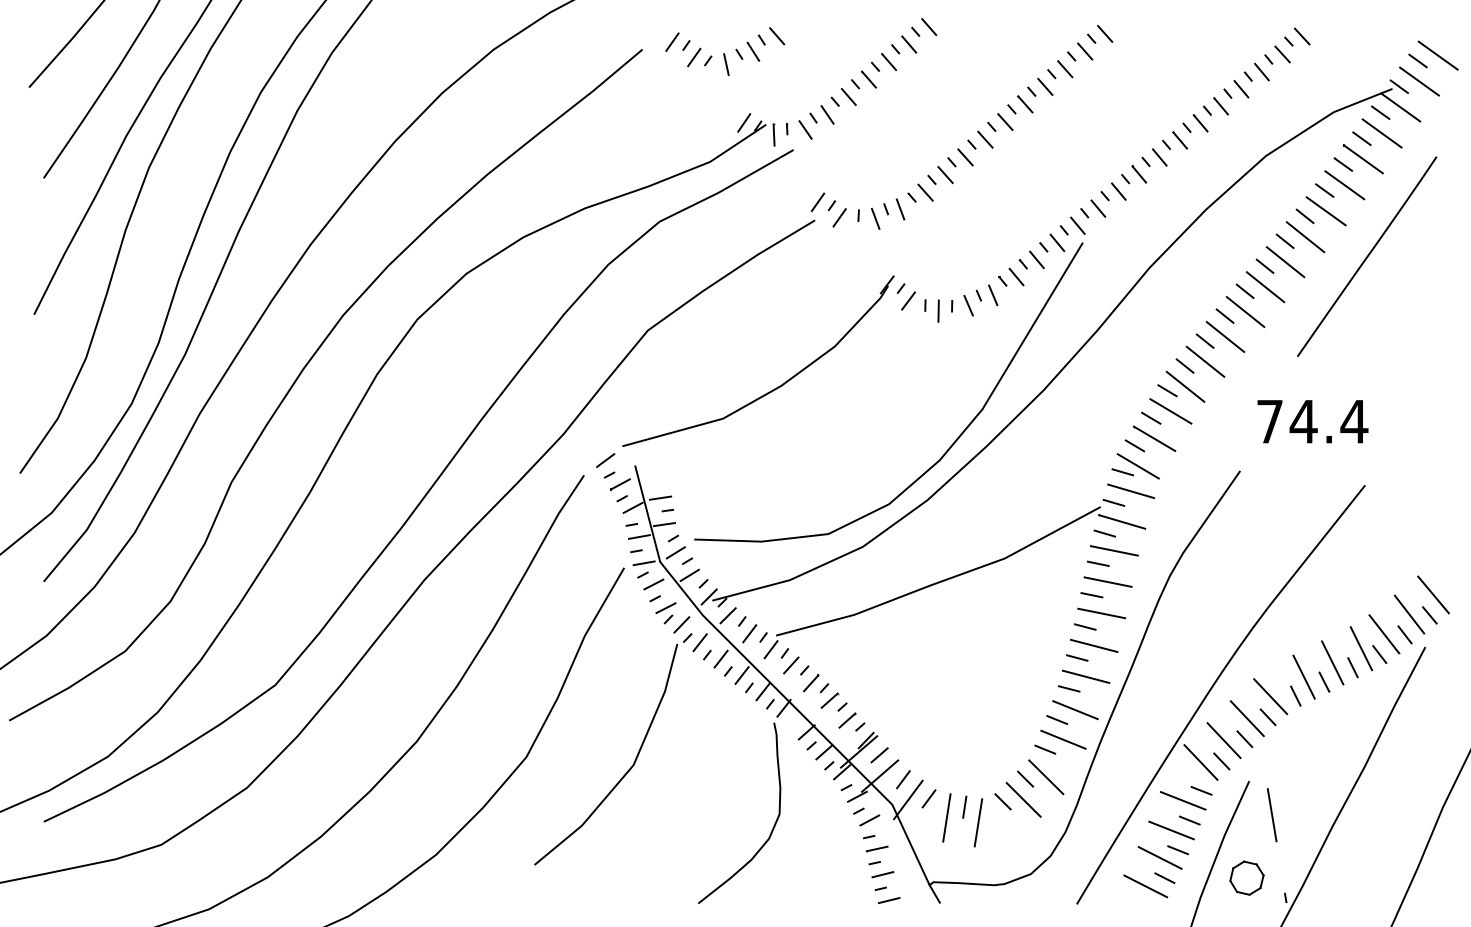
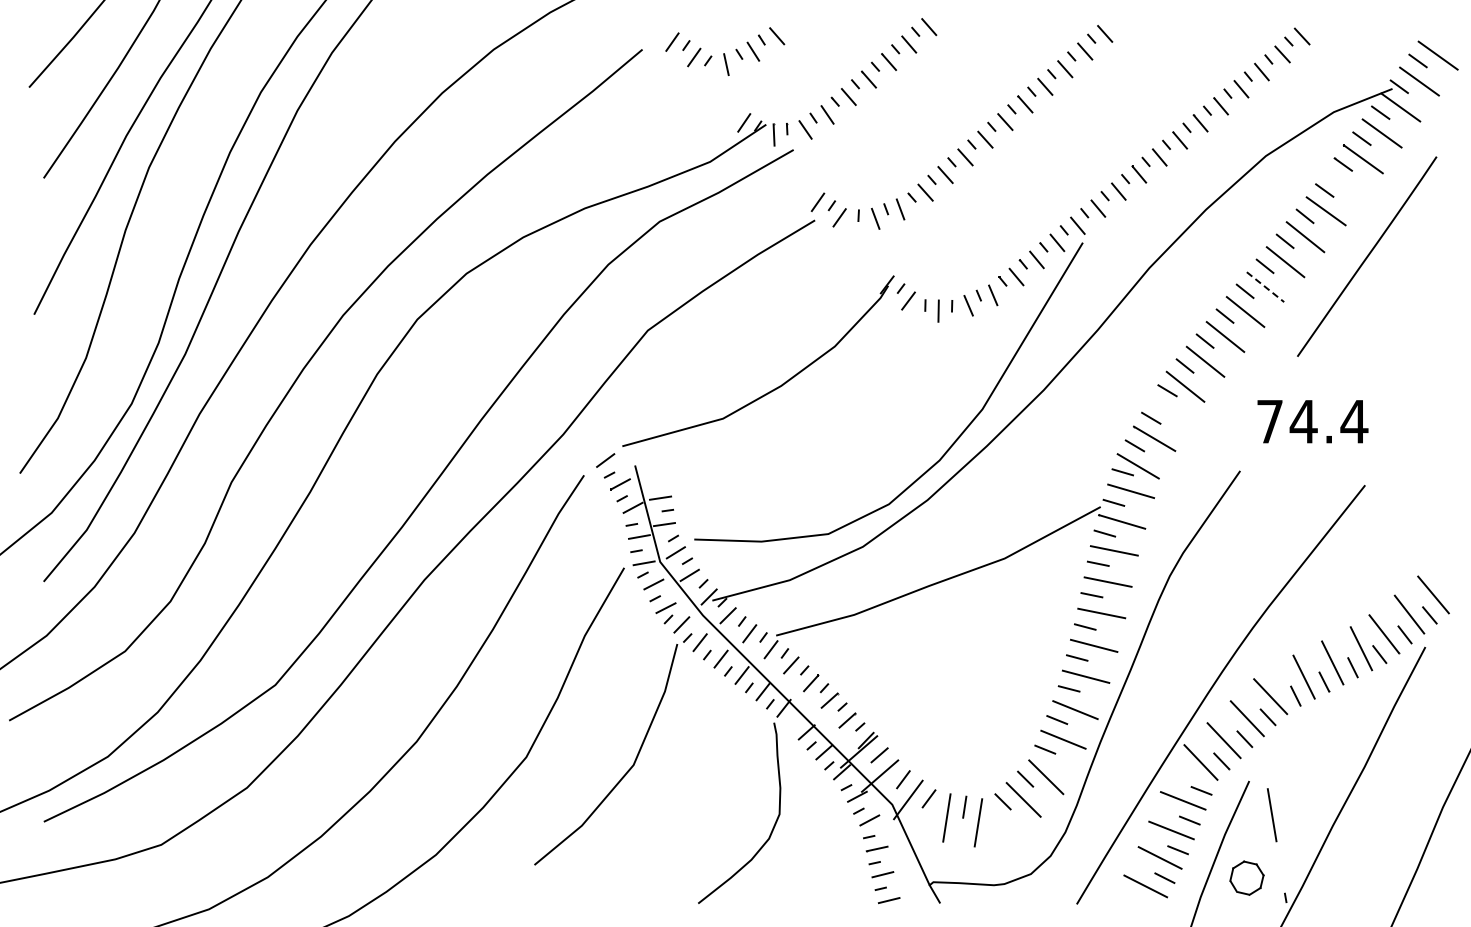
line at (1344, 185): present -> none
line at (1265, 287): solid -> dashed
line at (1170, 411): present -> none
